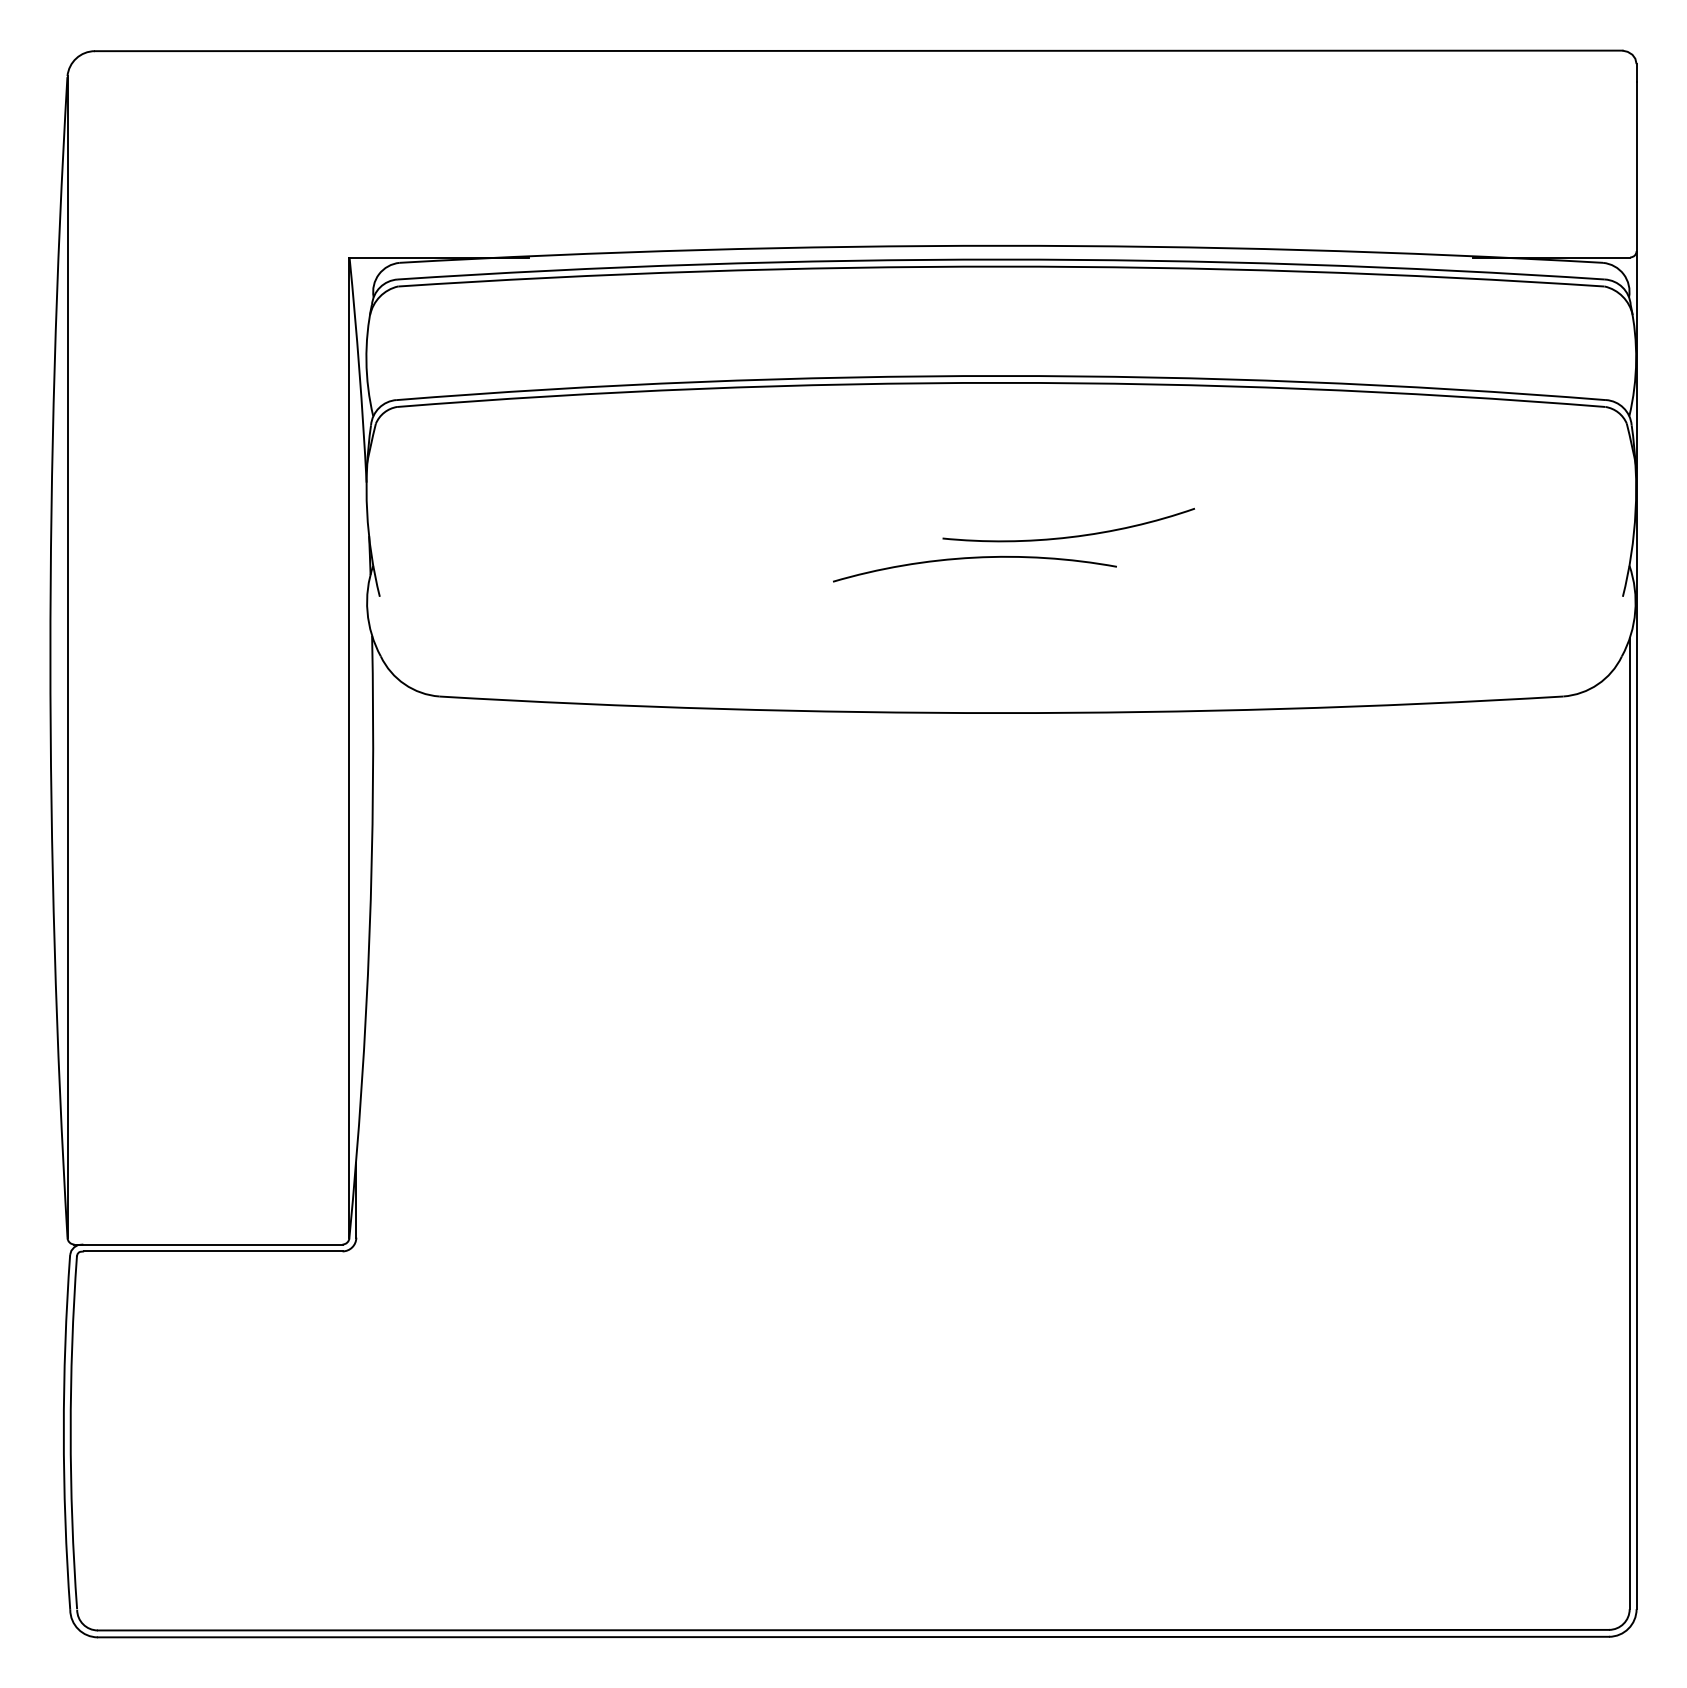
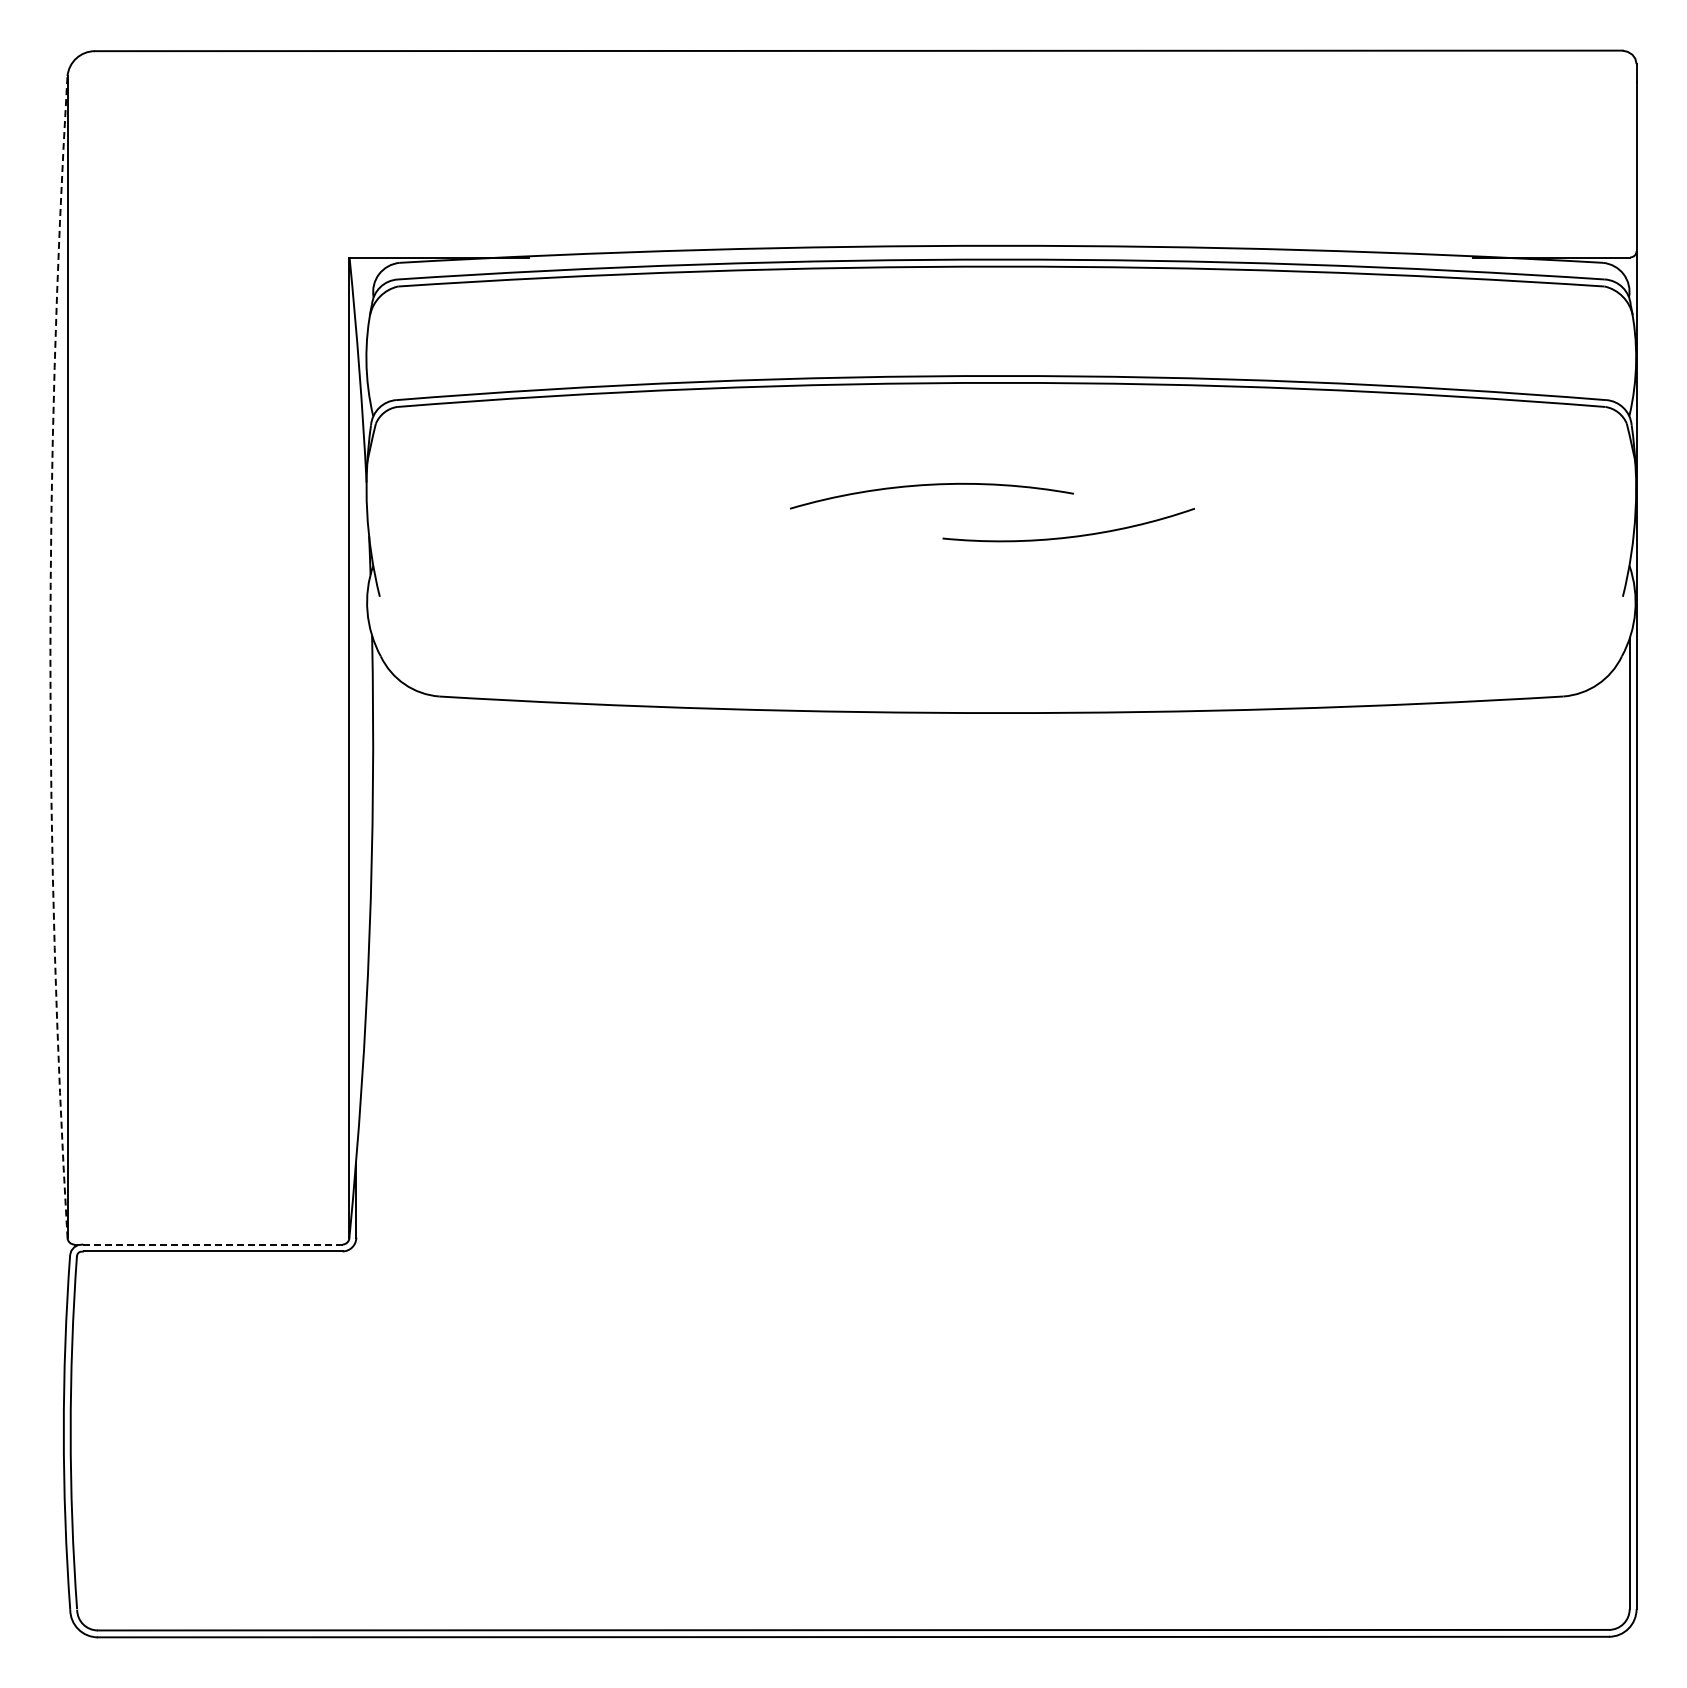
arc at (974, 558) position: (974, 558) -> (931, 485)
arc at (50, 657): solid -> dashed
line at (207, 1244): solid -> dashed
